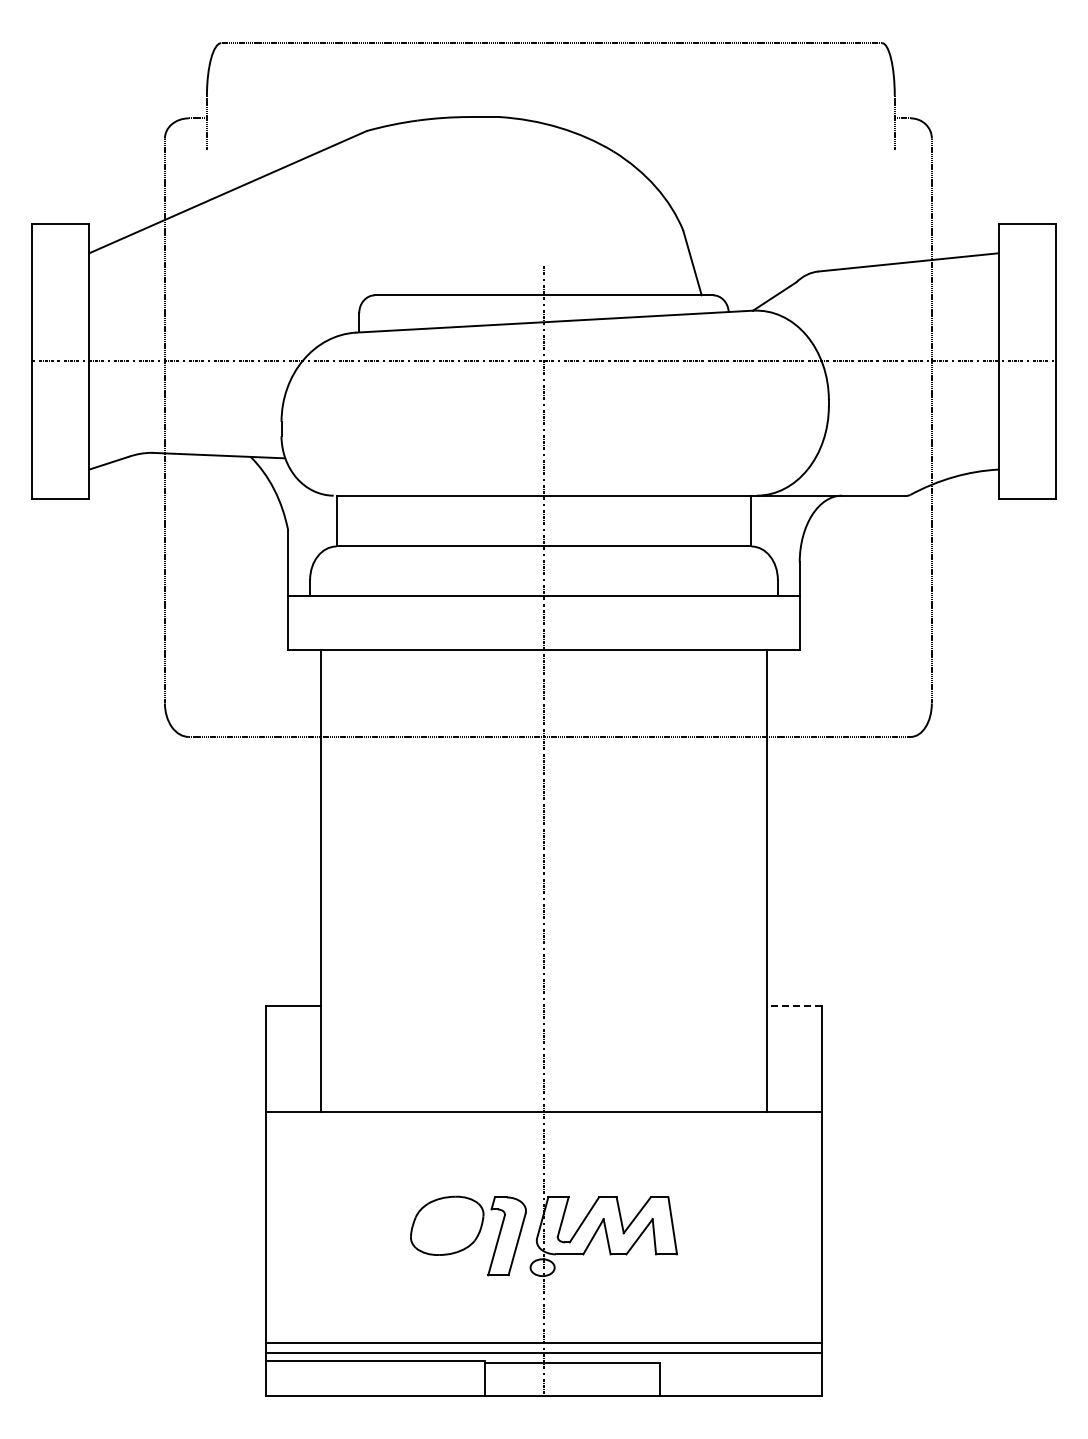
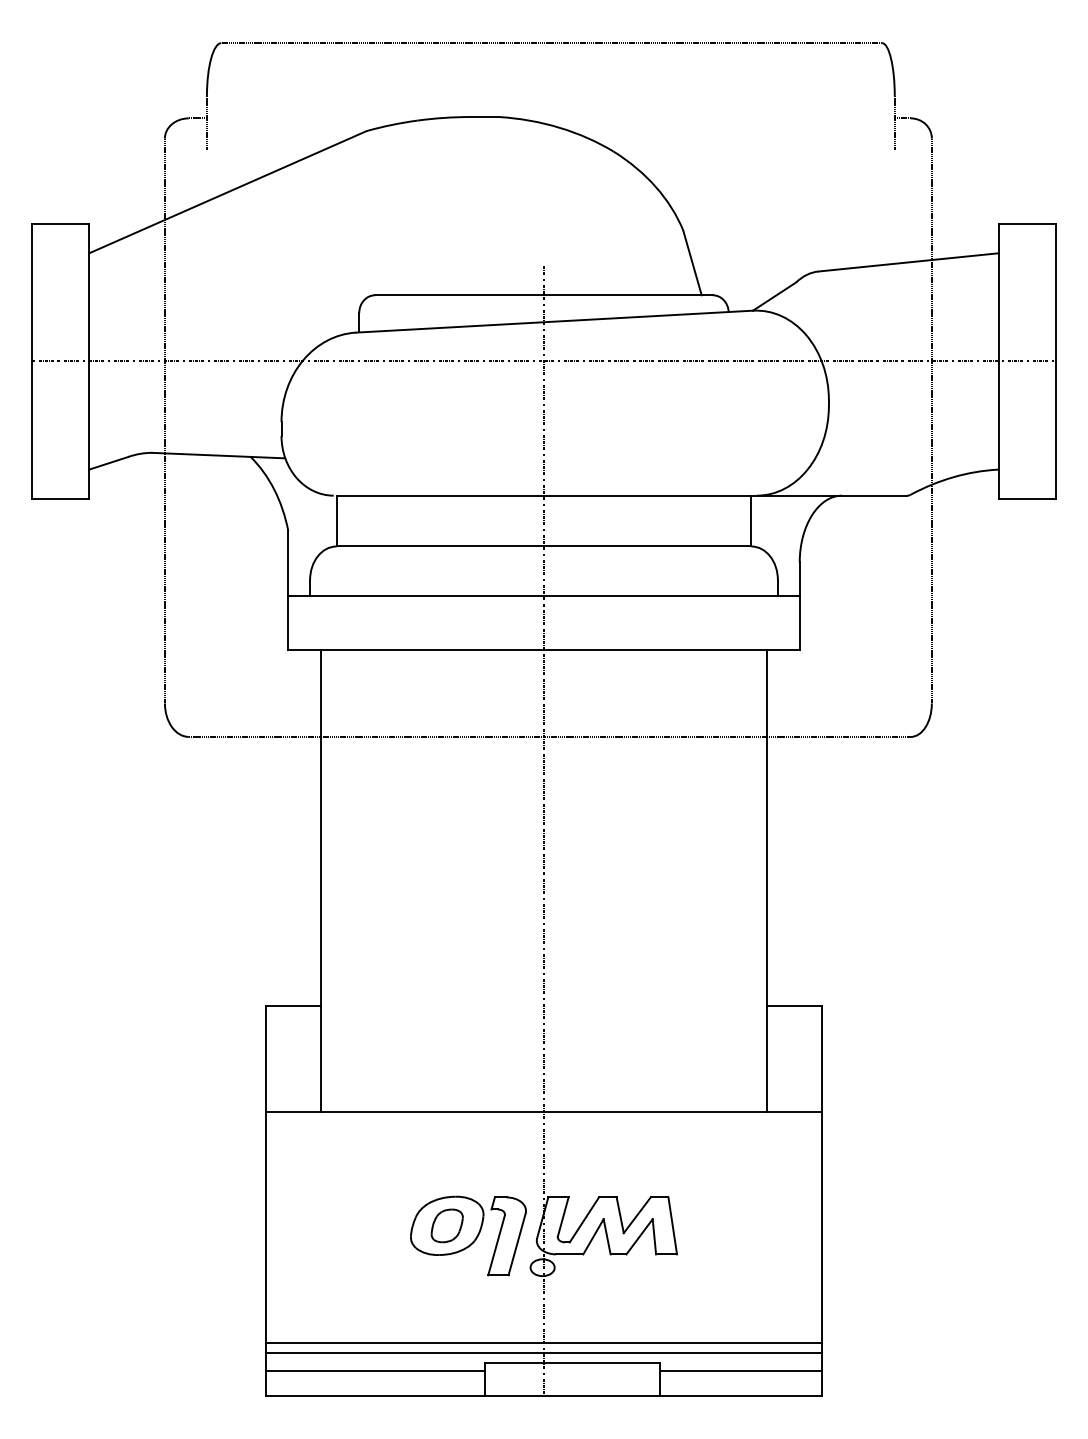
line at (794, 1006): dashed -> solid
part at (446, 1225): none -> present
line at (374, 1360) position: (374, 1360) -> (374, 1370)
line at (741, 1370): none -> present
